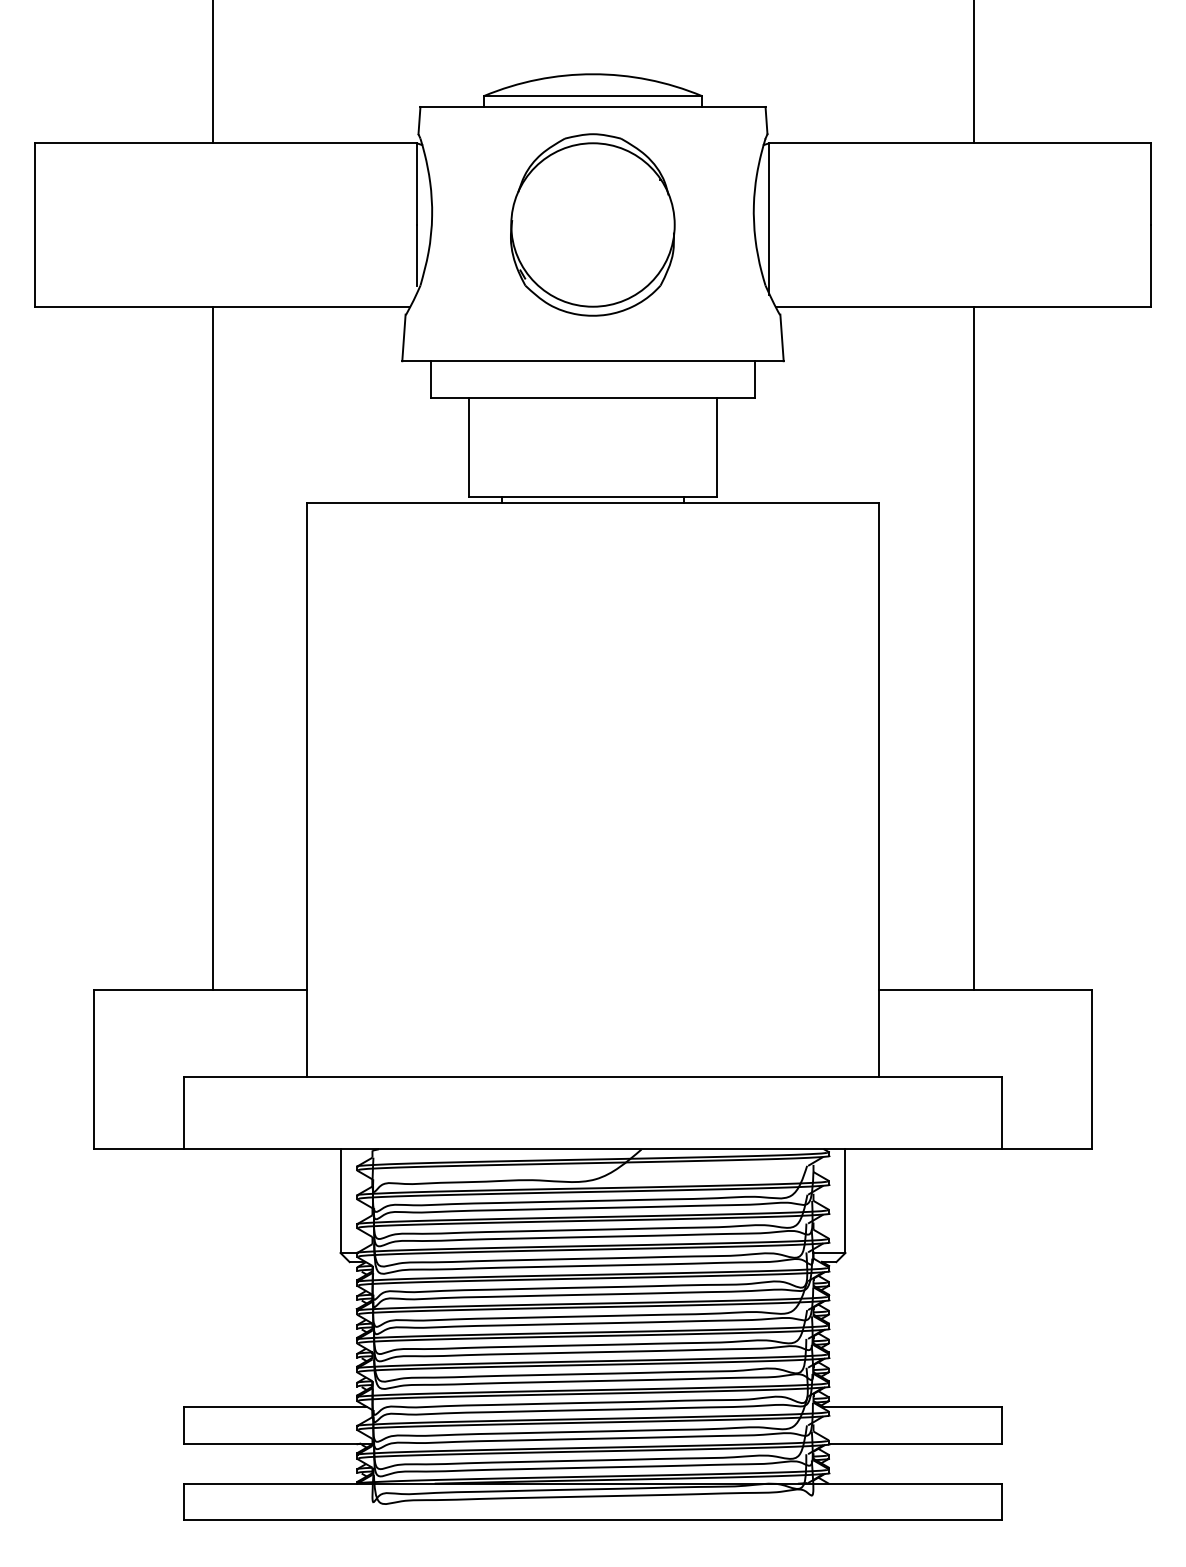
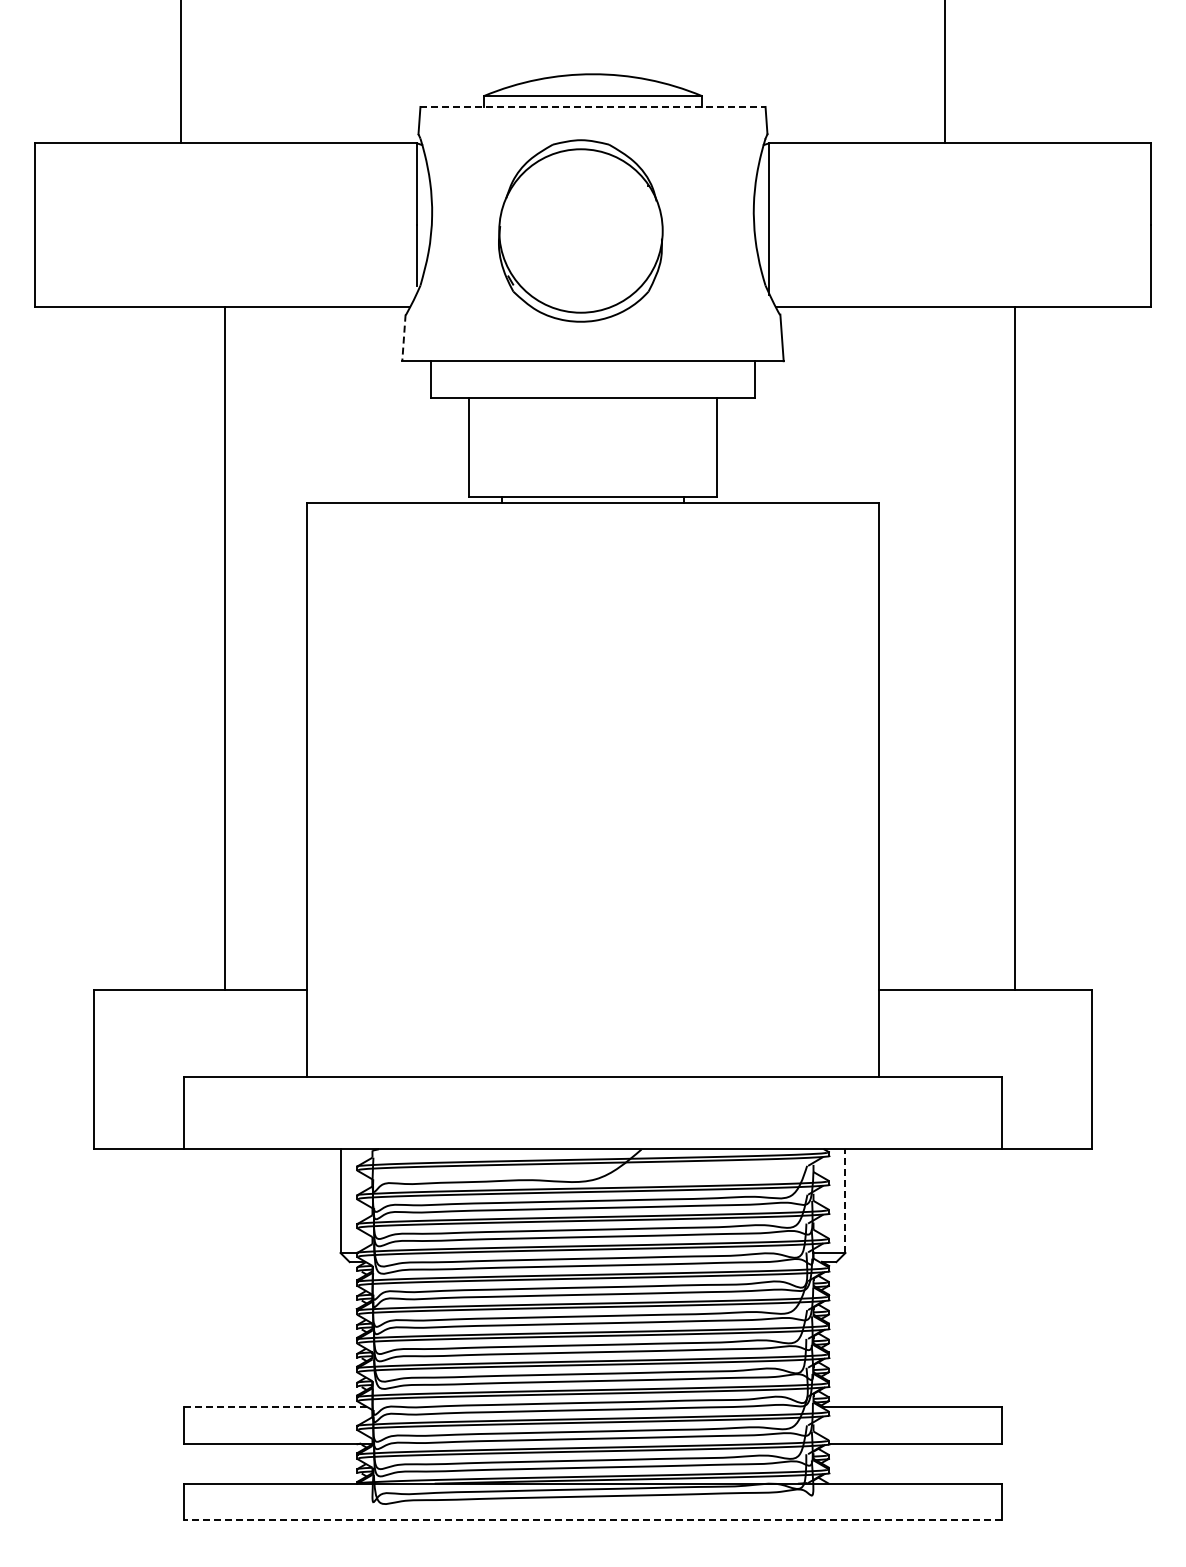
line at (212, 72) position: (212, 72) -> (180, 72)
line at (973, 72) position: (973, 72) -> (944, 72)
line at (593, 106): solid -> dashed
part at (592, 224) position: (592, 224) -> (580, 230)
line at (403, 338): solid -> dashed
line at (212, 647) position: (212, 647) -> (224, 647)
line at (973, 647) position: (973, 647) -> (1014, 647)
line at (845, 1201): solid -> dashed
line at (275, 1407): solid -> dashed
line at (593, 1519): solid -> dashed
